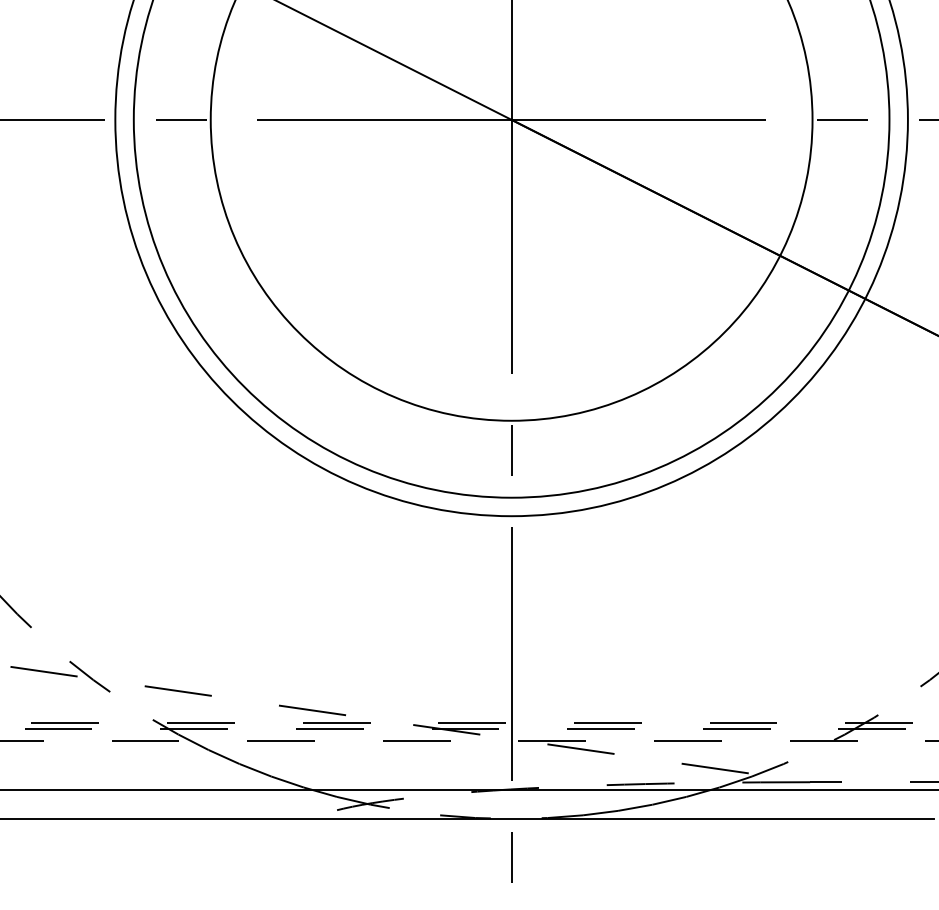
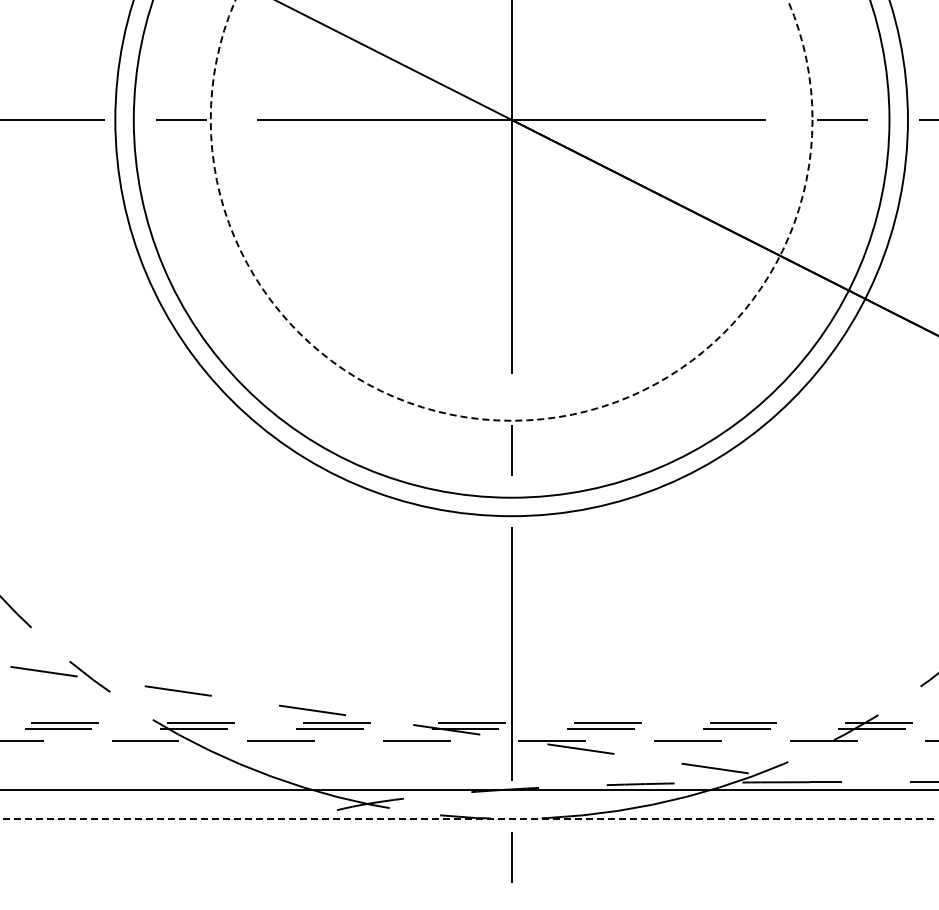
circle at (511, 210): solid -> dashed
line at (467, 818): solid -> dashed
